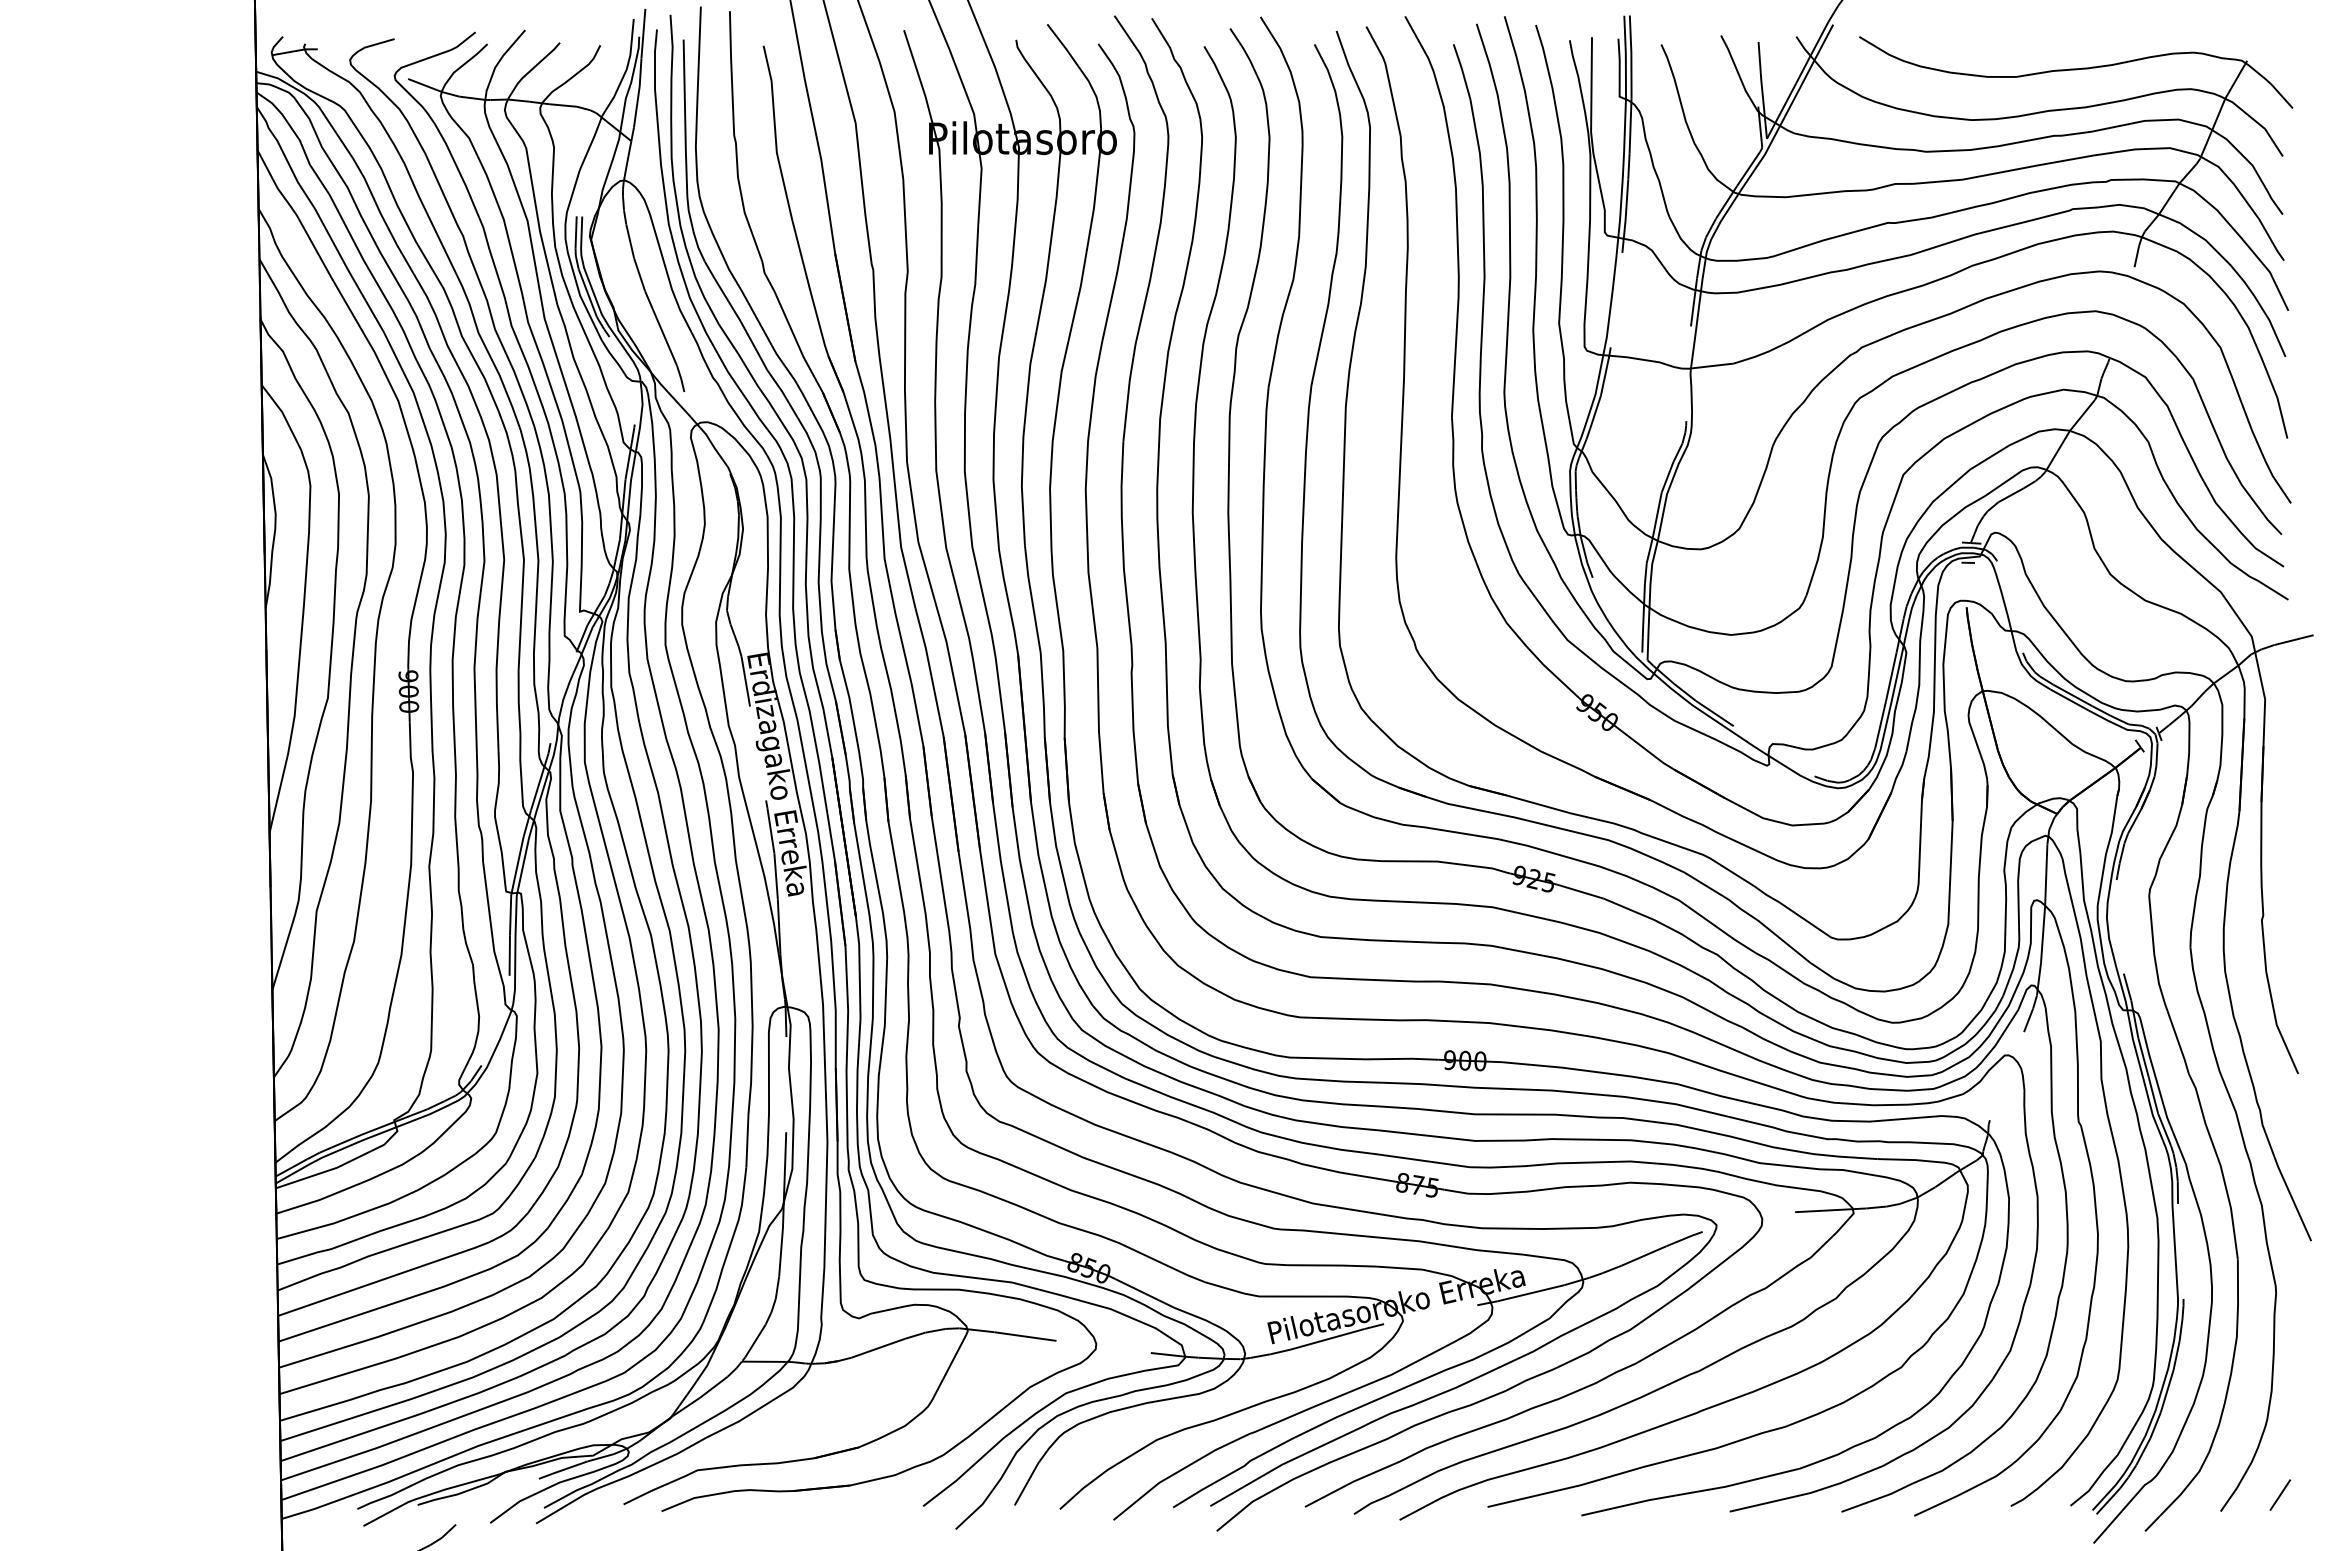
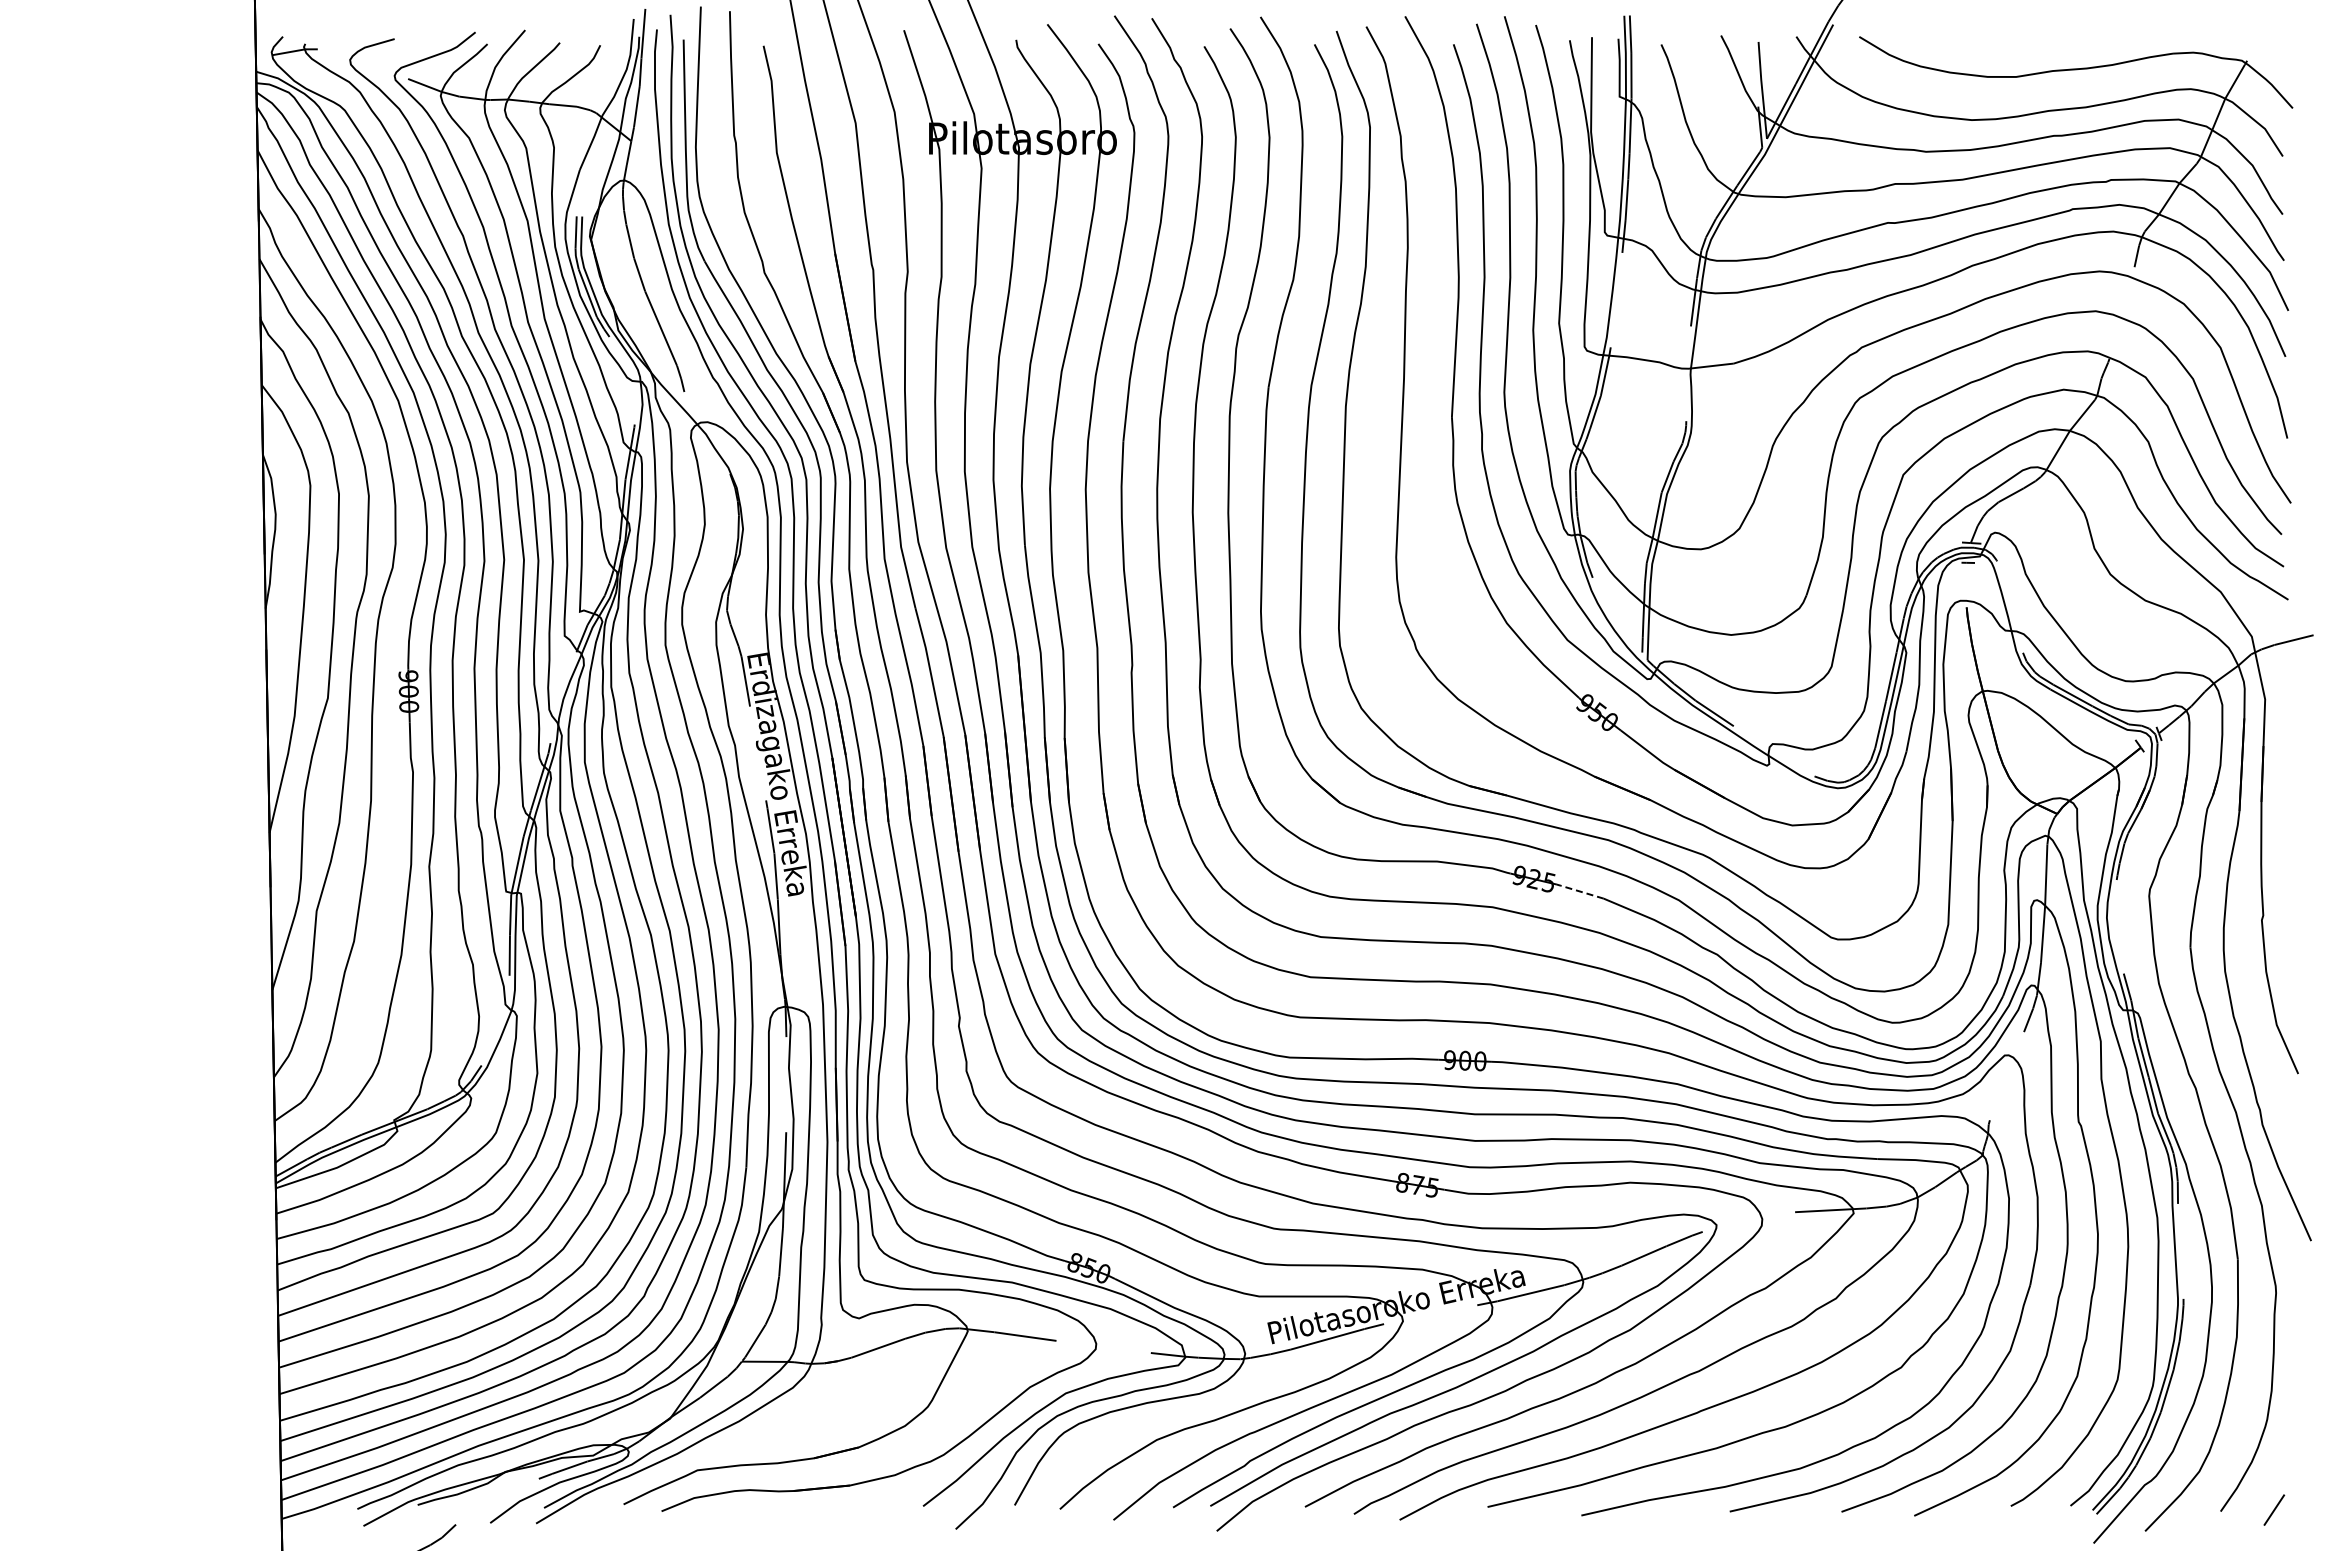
line at (1581, 892): solid -> dashed
line at (2280, 1494) position: (2280, 1494) -> (2274, 1509)
